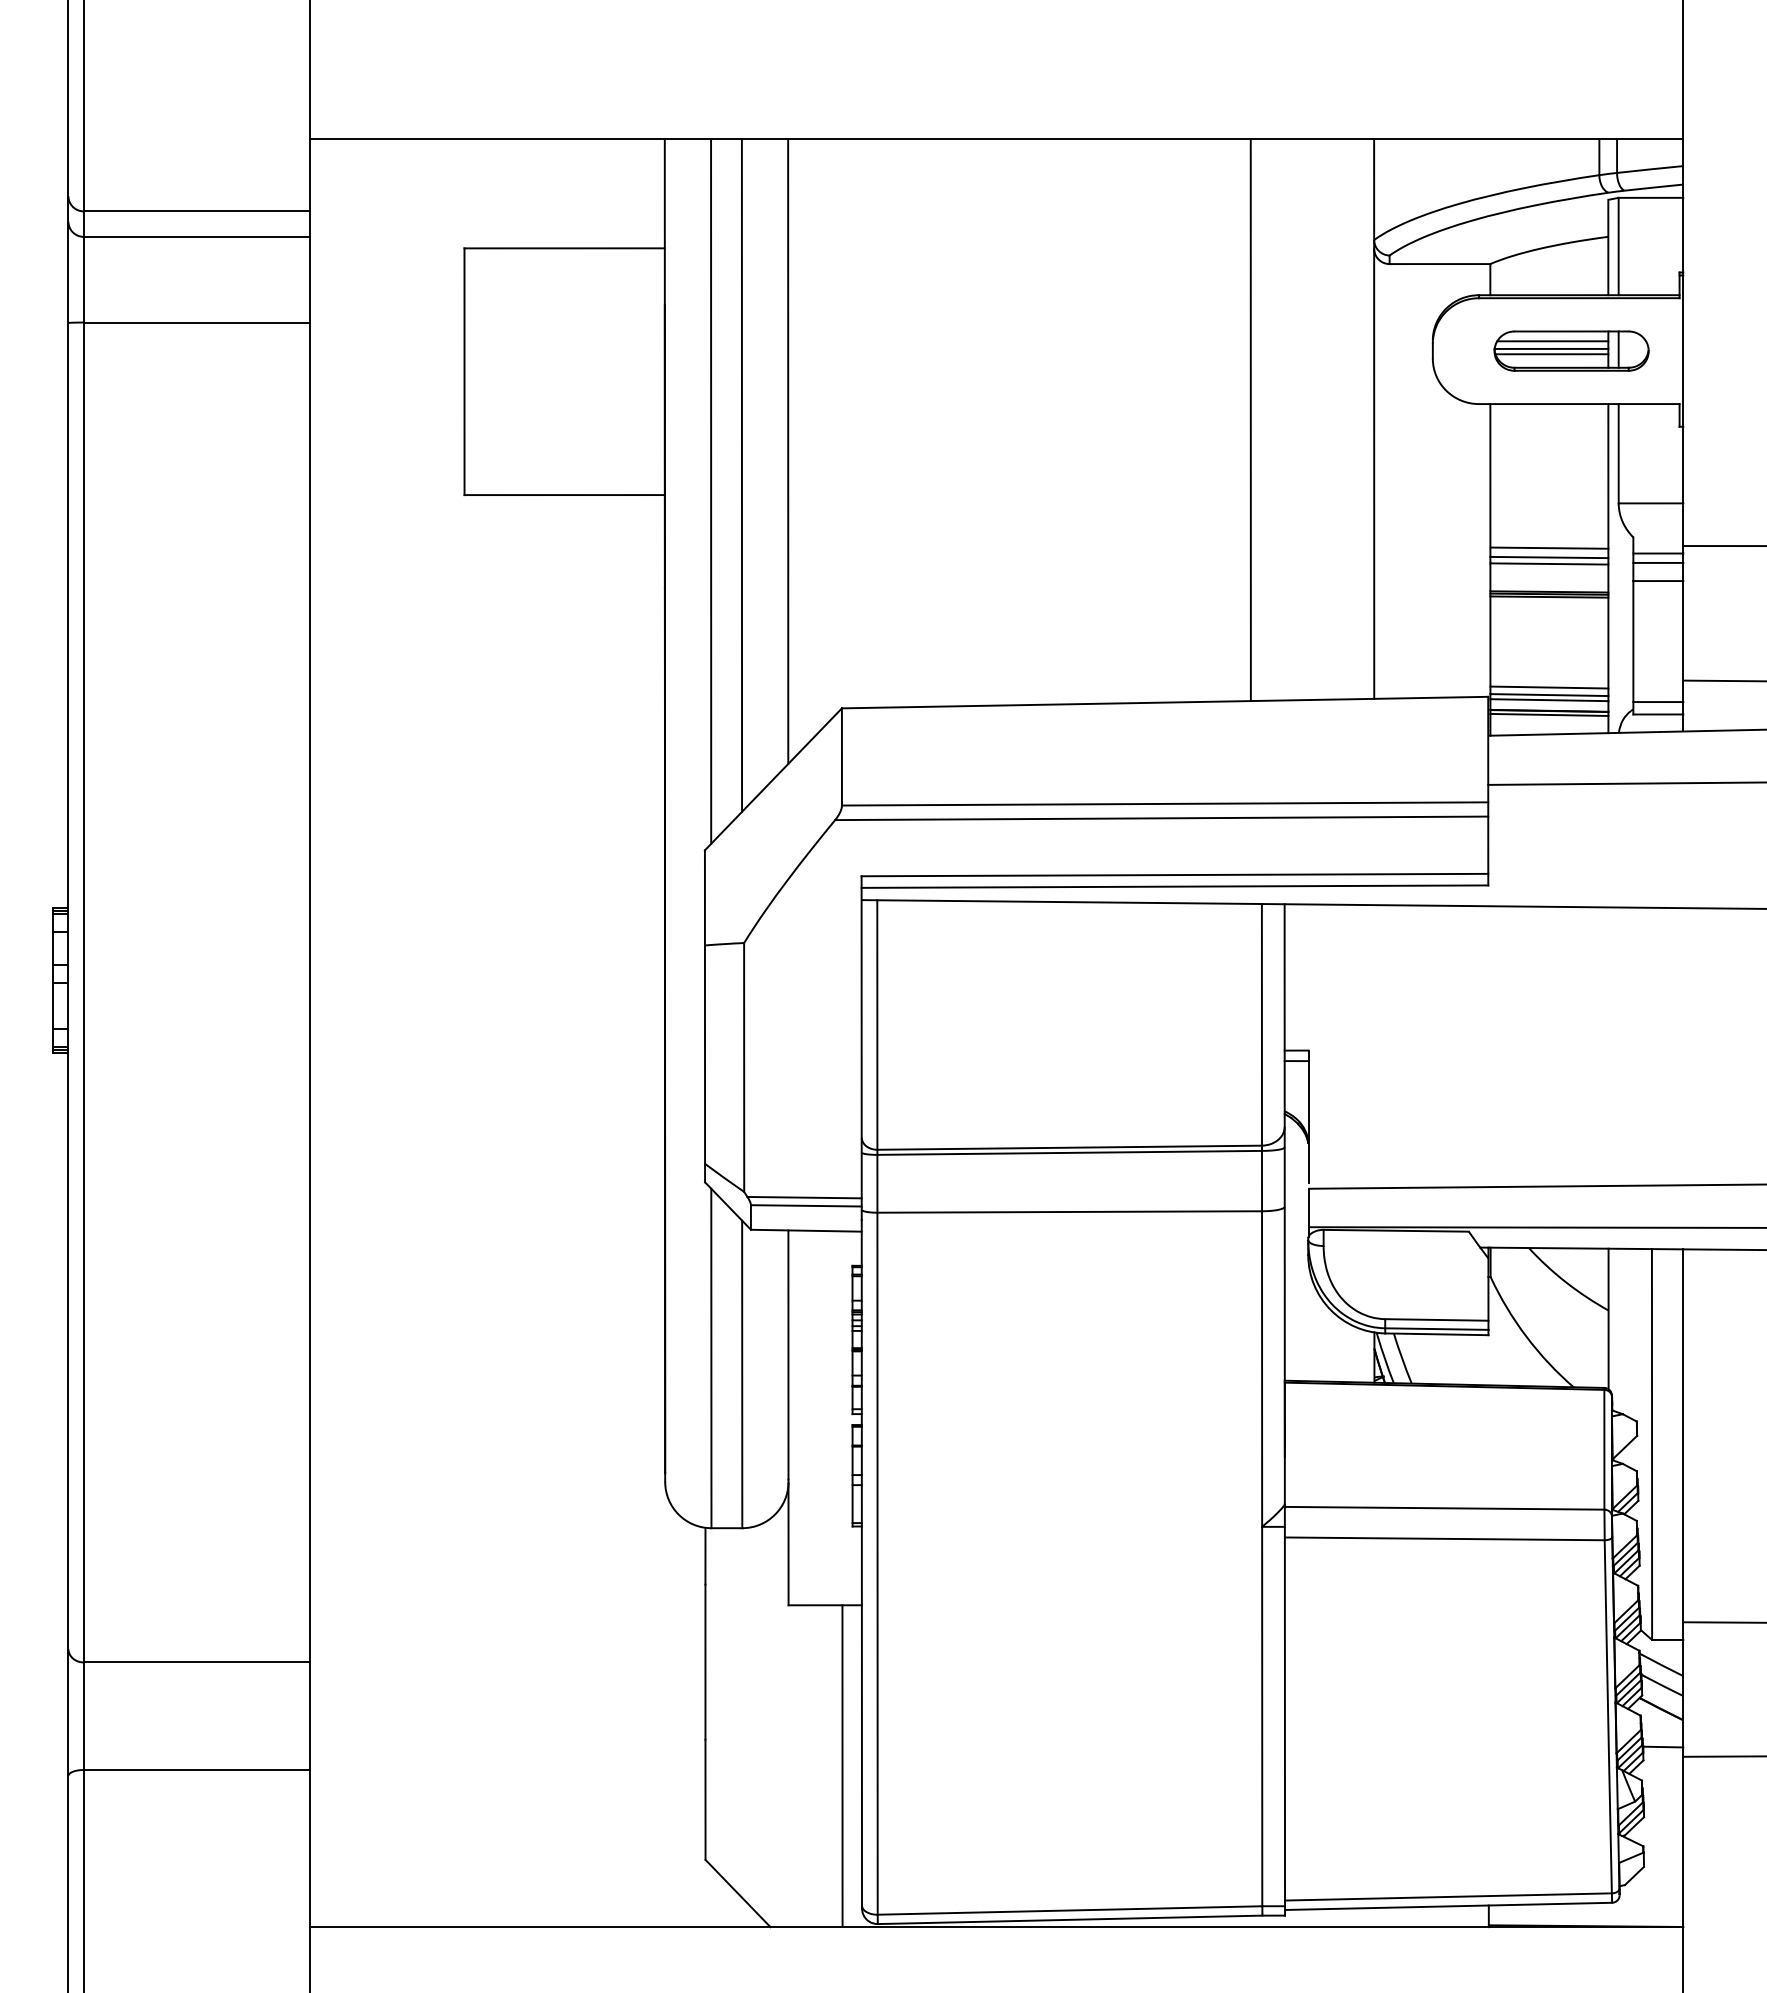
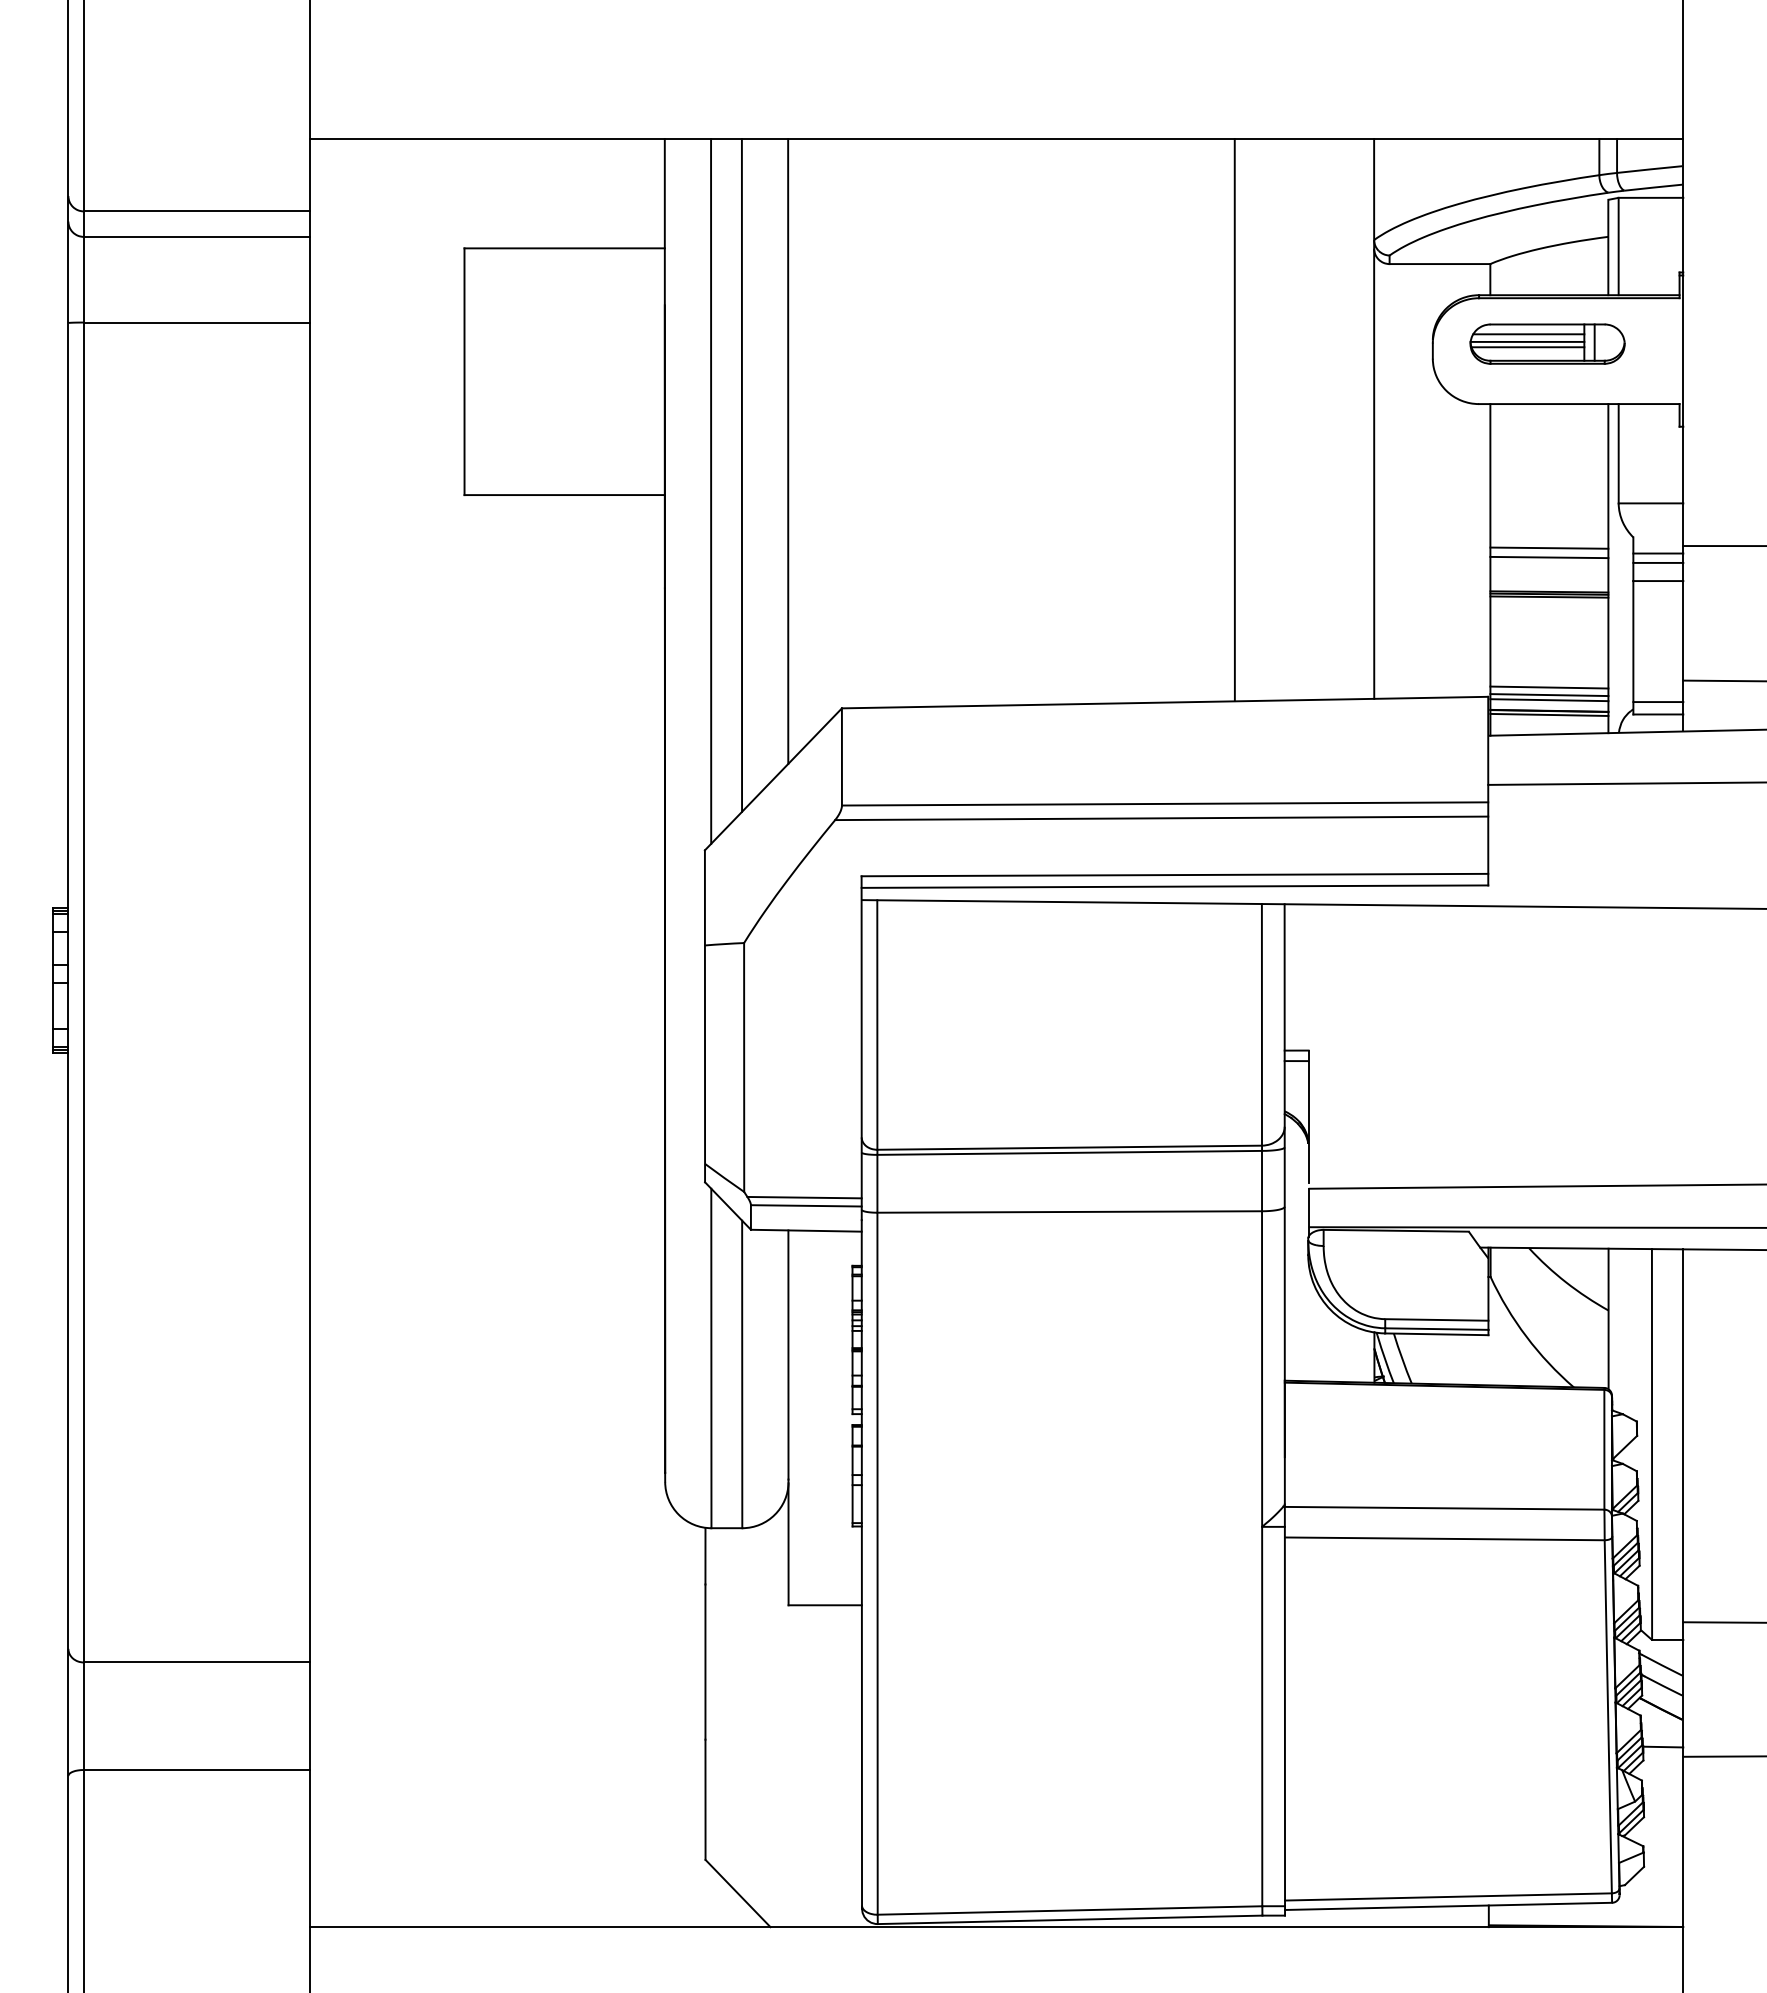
part at (1571, 350) position: (1571, 350) -> (1547, 343)
line at (1250, 420) position: (1250, 420) -> (1234, 420)
line at (1549, 563): present -> none
line at (842, 1765): present -> none
